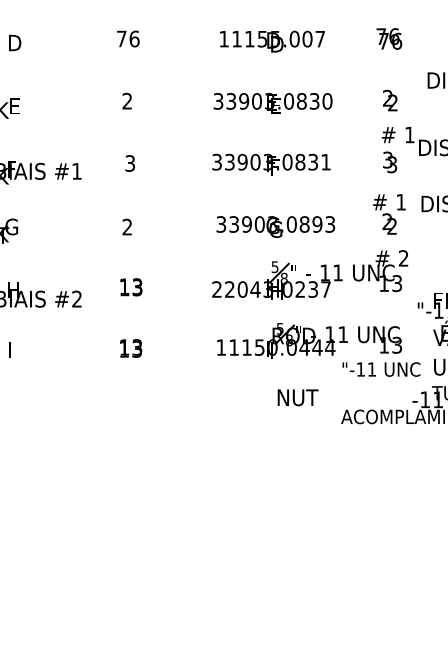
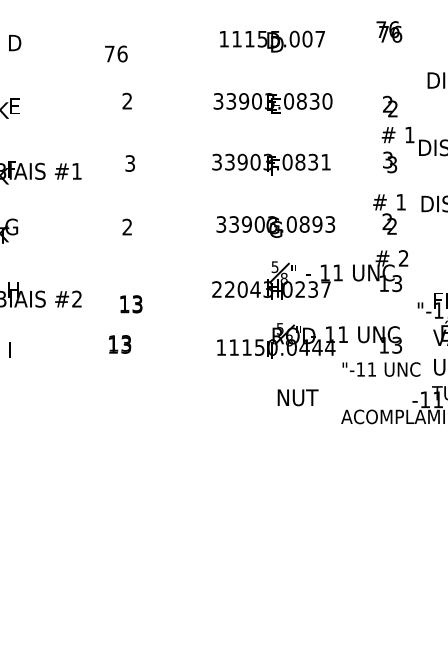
text at (128, 38) position: (128, 38) -> (116, 53)
text at (389, 38) position: (389, 38) -> (389, 31)
text at (390, 100) position: (390, 100) -> (390, 106)
text at (131, 287) position: (131, 287) -> (131, 304)
text at (131, 348) position: (131, 348) -> (120, 344)
